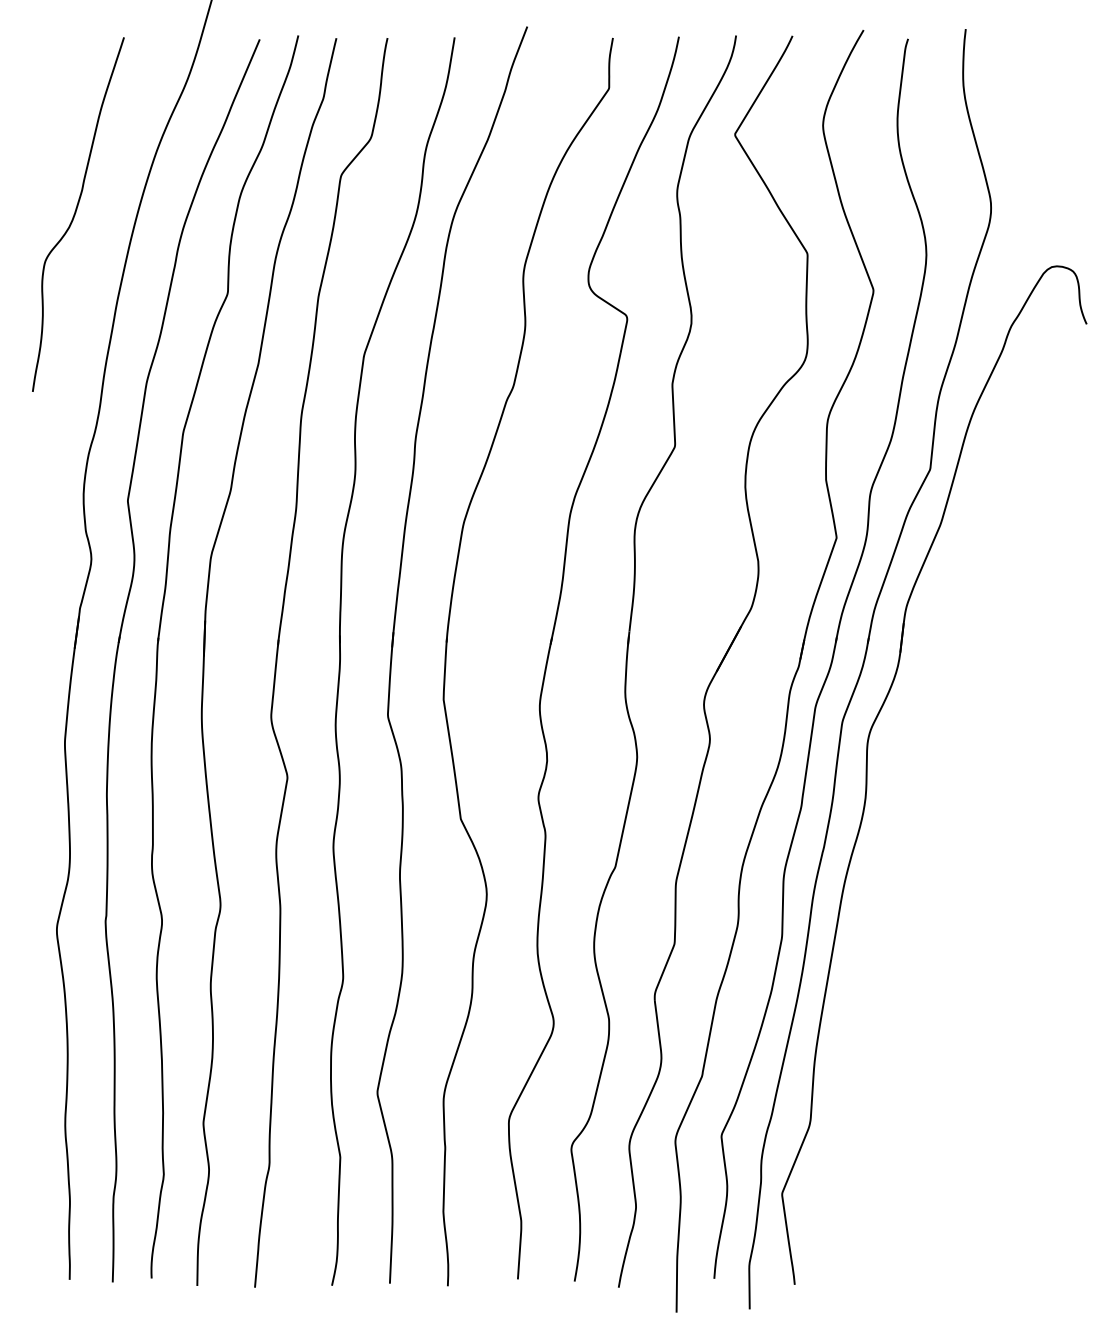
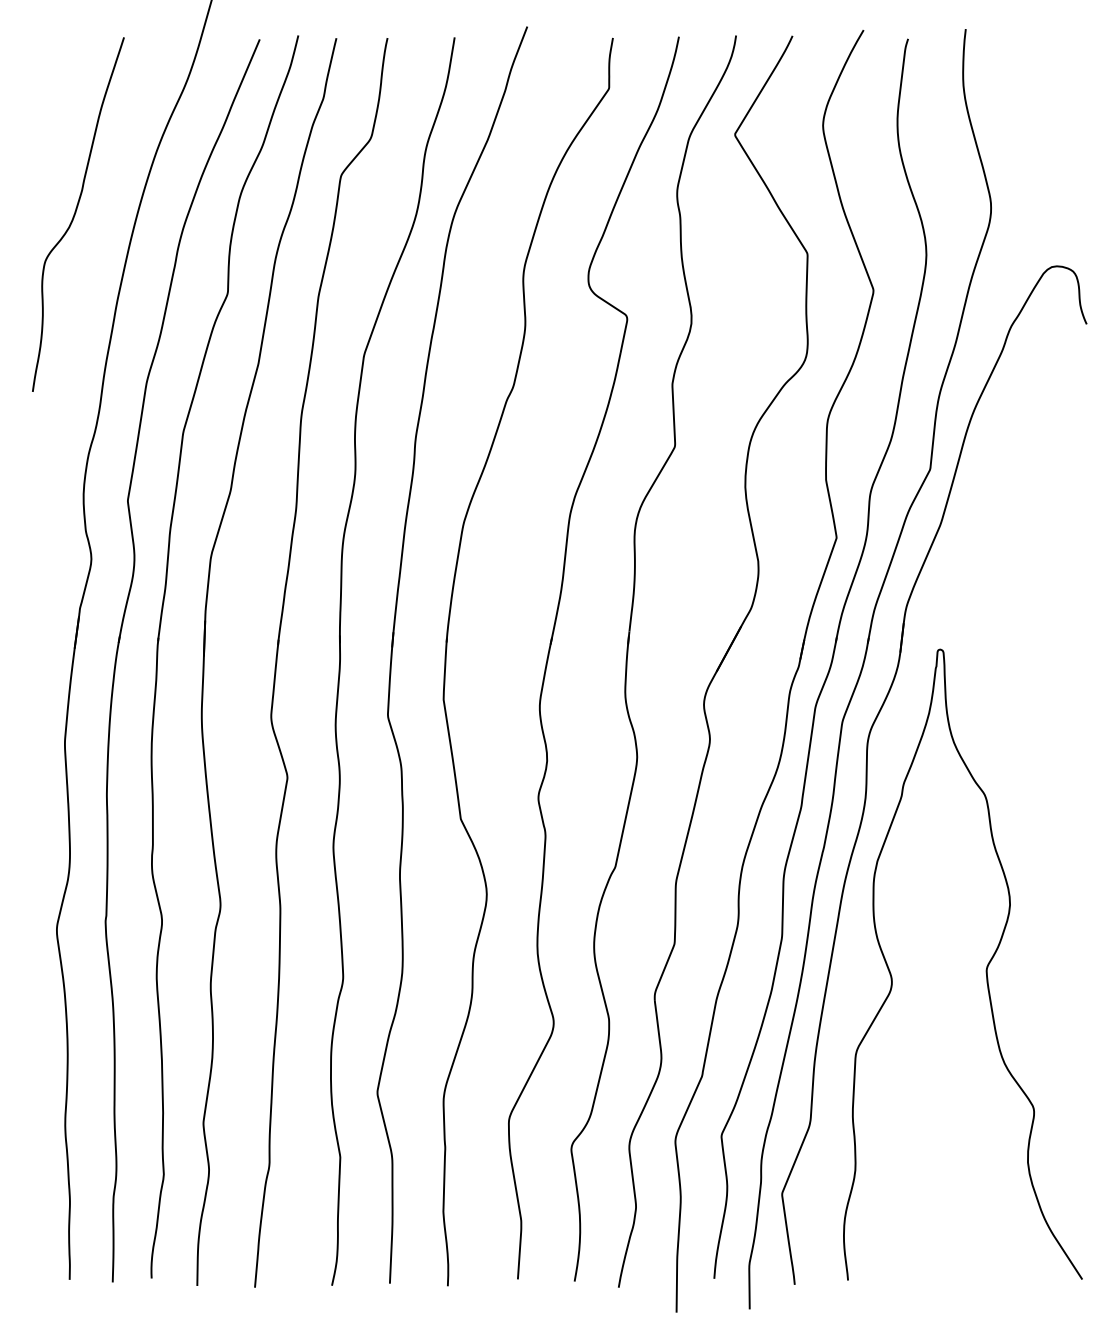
curve at (985, 969): none -> present
